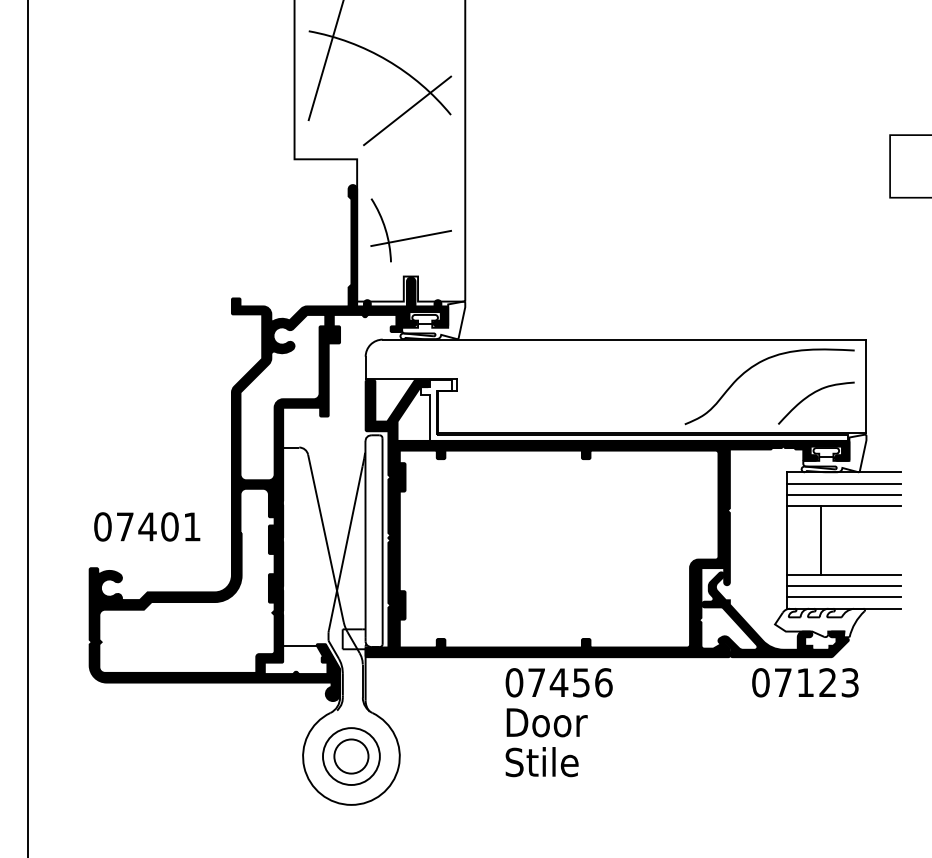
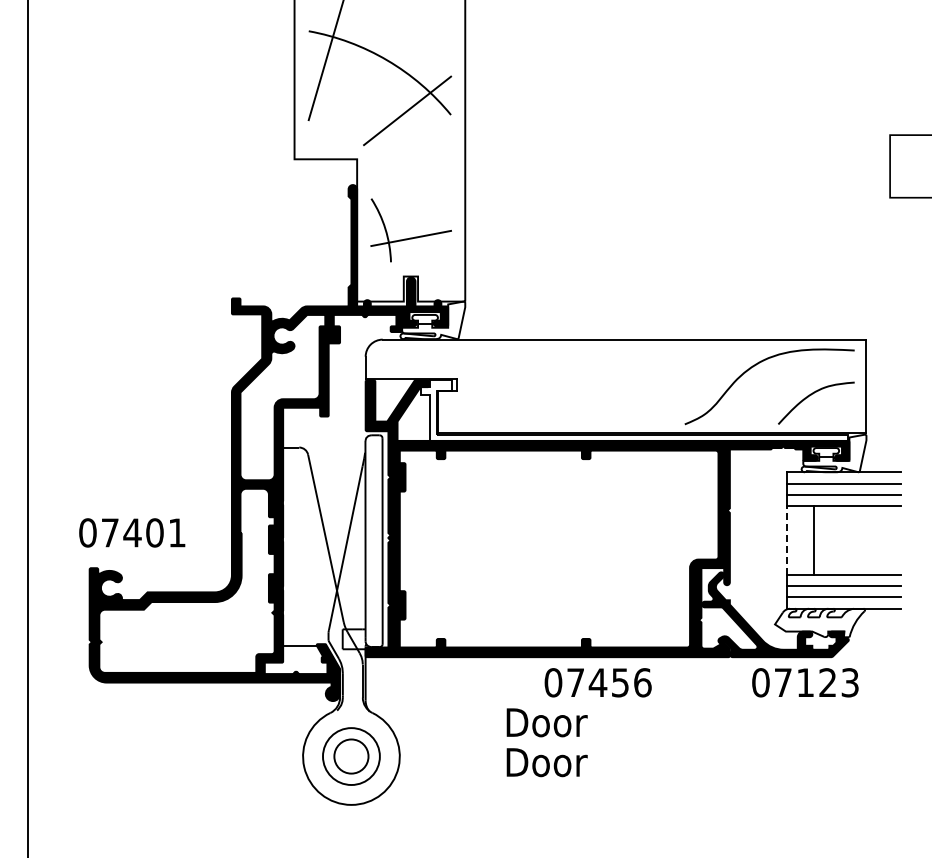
text at (147, 526) position: (147, 526) -> (132, 532)
line at (786, 540): solid -> dashed
line at (820, 540) position: (820, 540) -> (813, 540)
text at (558, 682) position: (558, 682) -> (597, 682)
text at (546, 762): Stile -> Door
